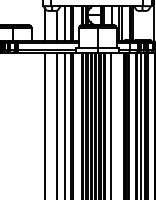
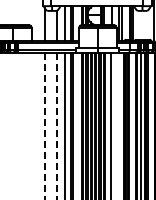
line at (44, 126): solid -> dashed
line at (57, 126): solid -> dashed
